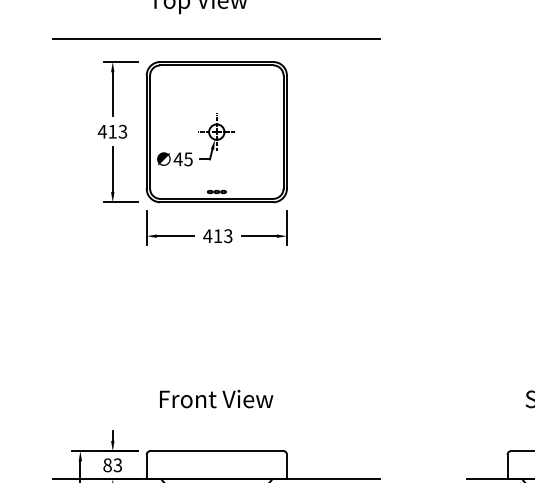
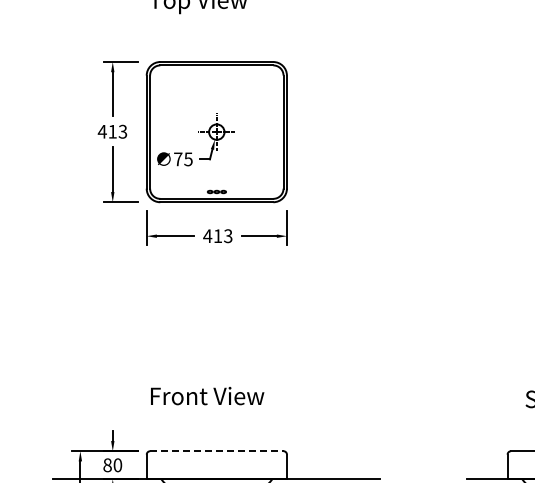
line at (216, 38): present -> none
text at (177, 159): 45 -> 75
text at (216, 399) position: (216, 399) -> (207, 396)
line at (216, 451): solid -> dashed
text at (117, 465): 83 -> 80
